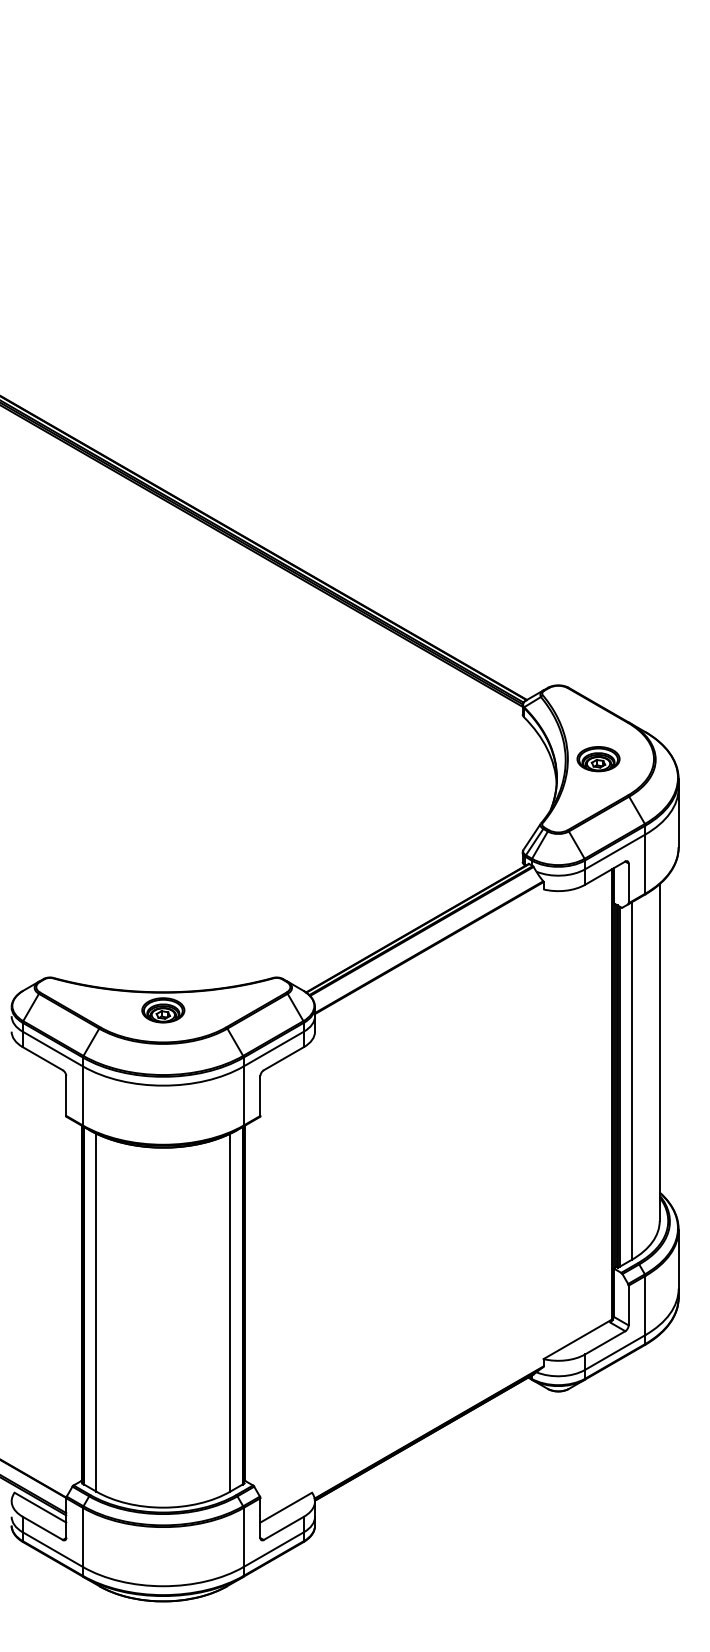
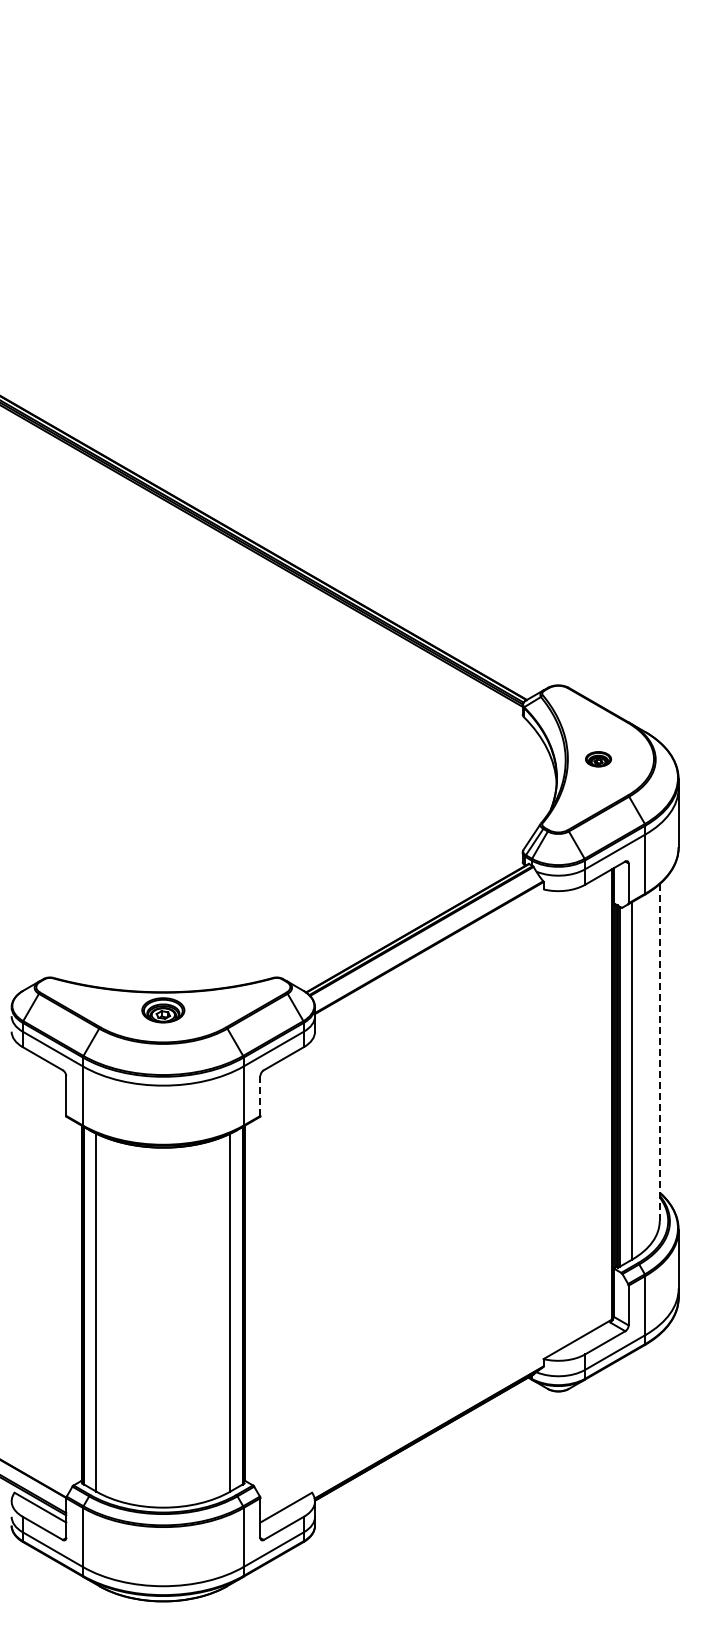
part at (598, 759) size: 45x27 px -> 28x17 px
line at (659, 1052): solid -> dashed
line at (260, 1096): solid -> dashed
